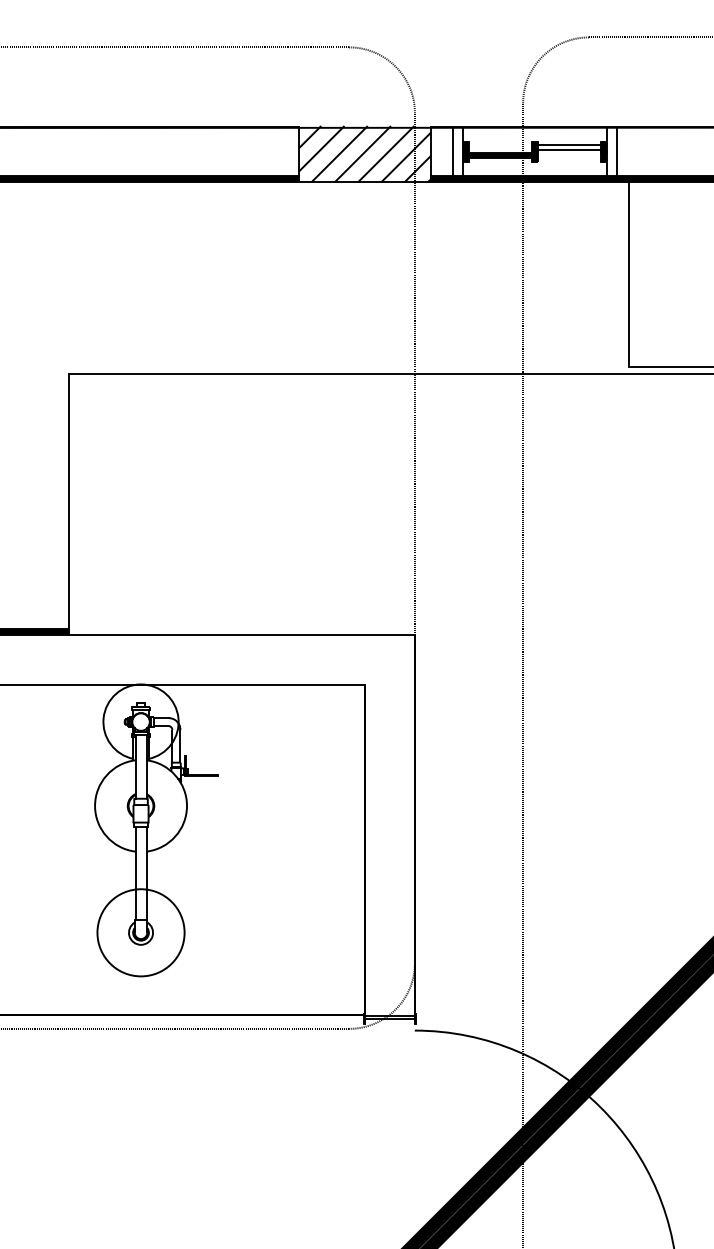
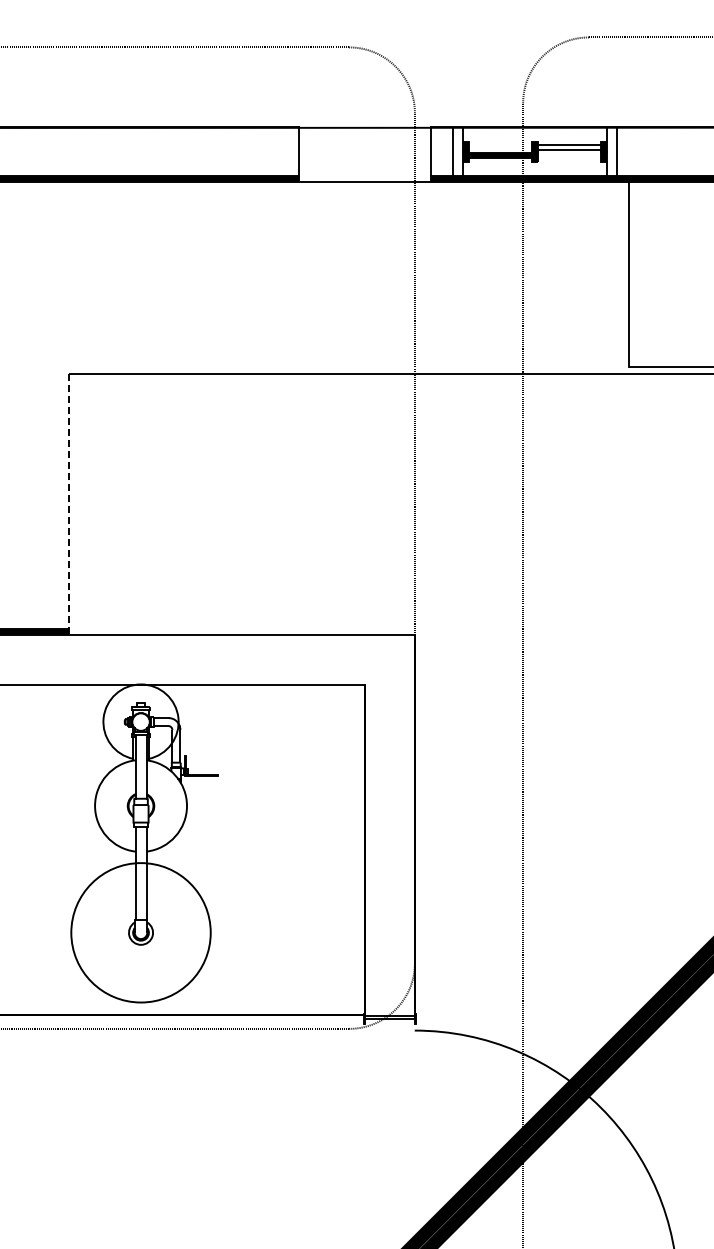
hatch at (364, 154): present -> none
line at (68, 504): solid -> dashed
circle at (140, 932) diameter: 87 px -> 139 px
